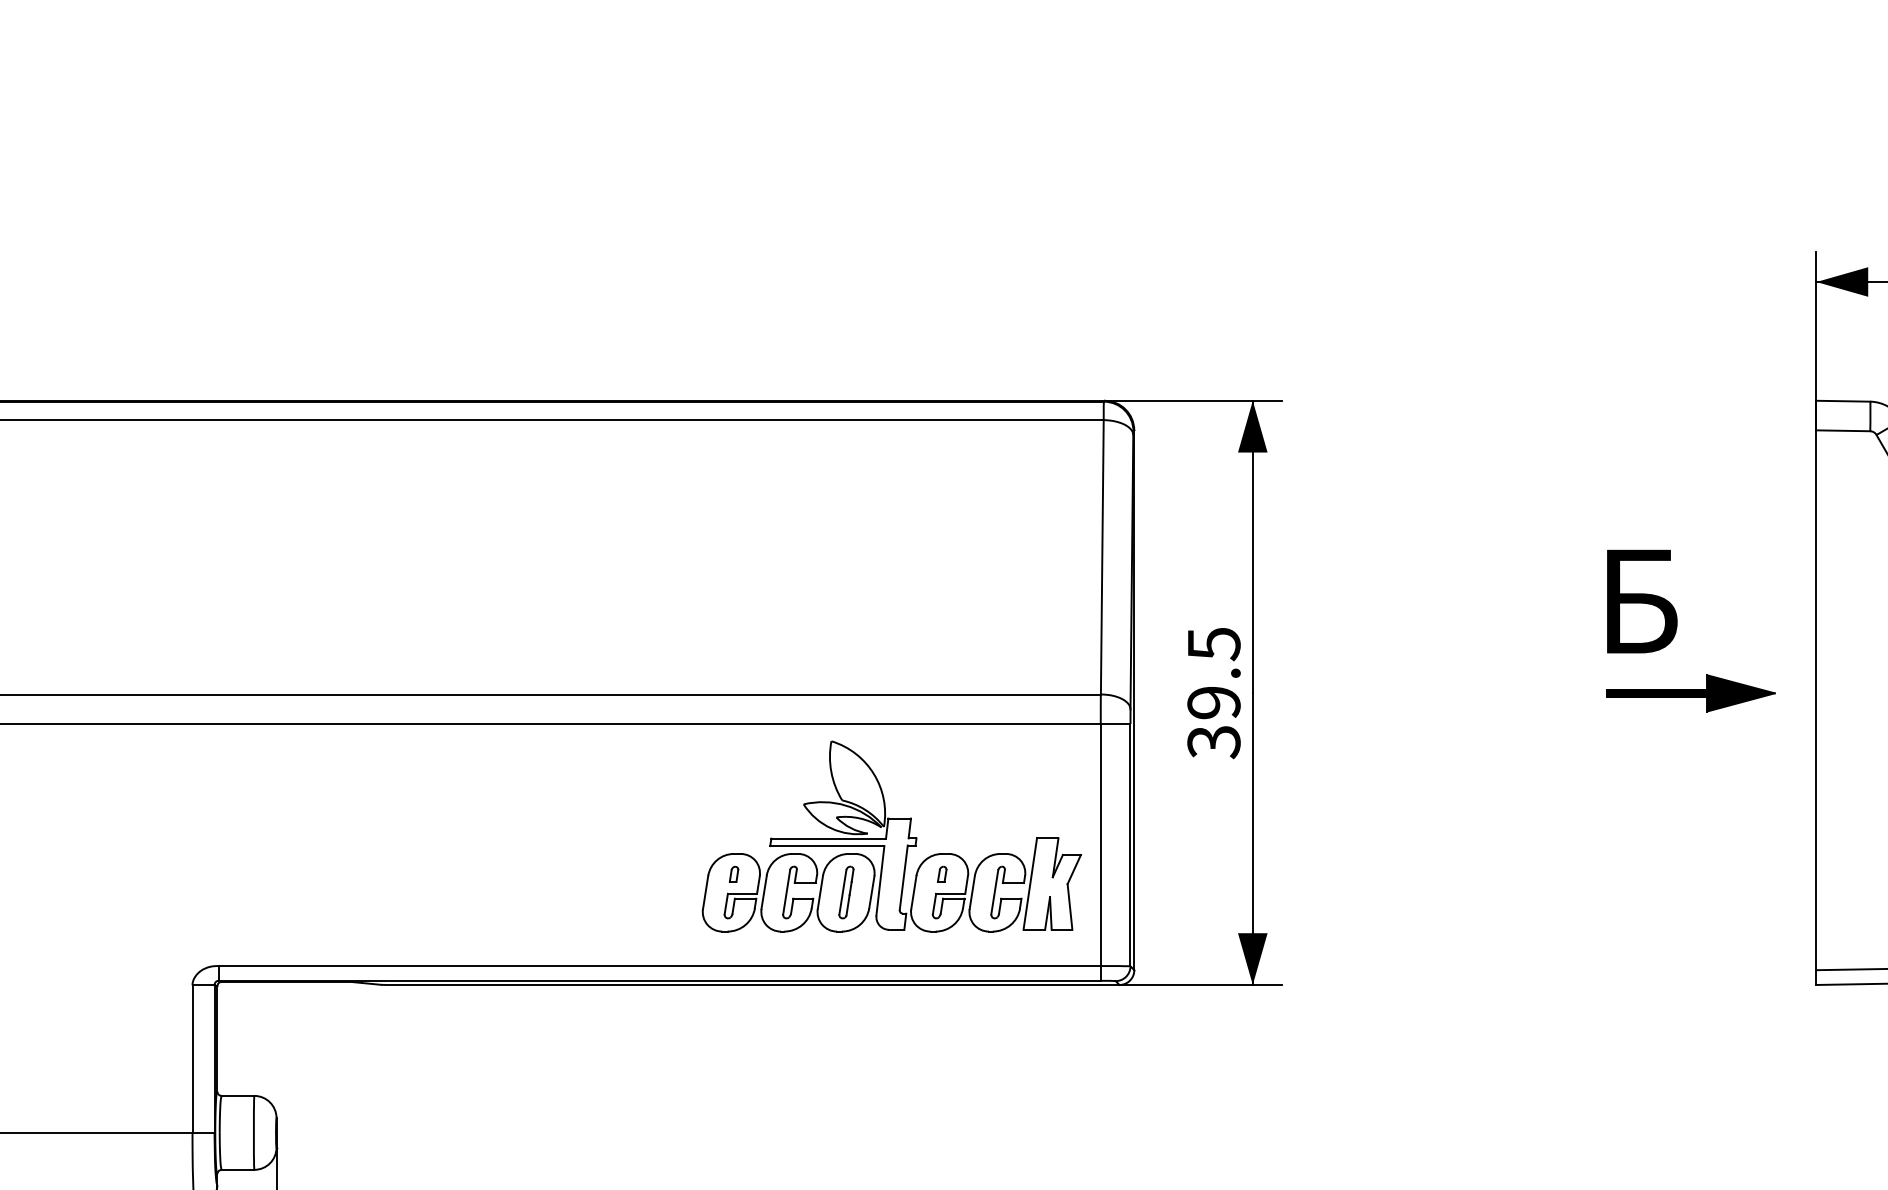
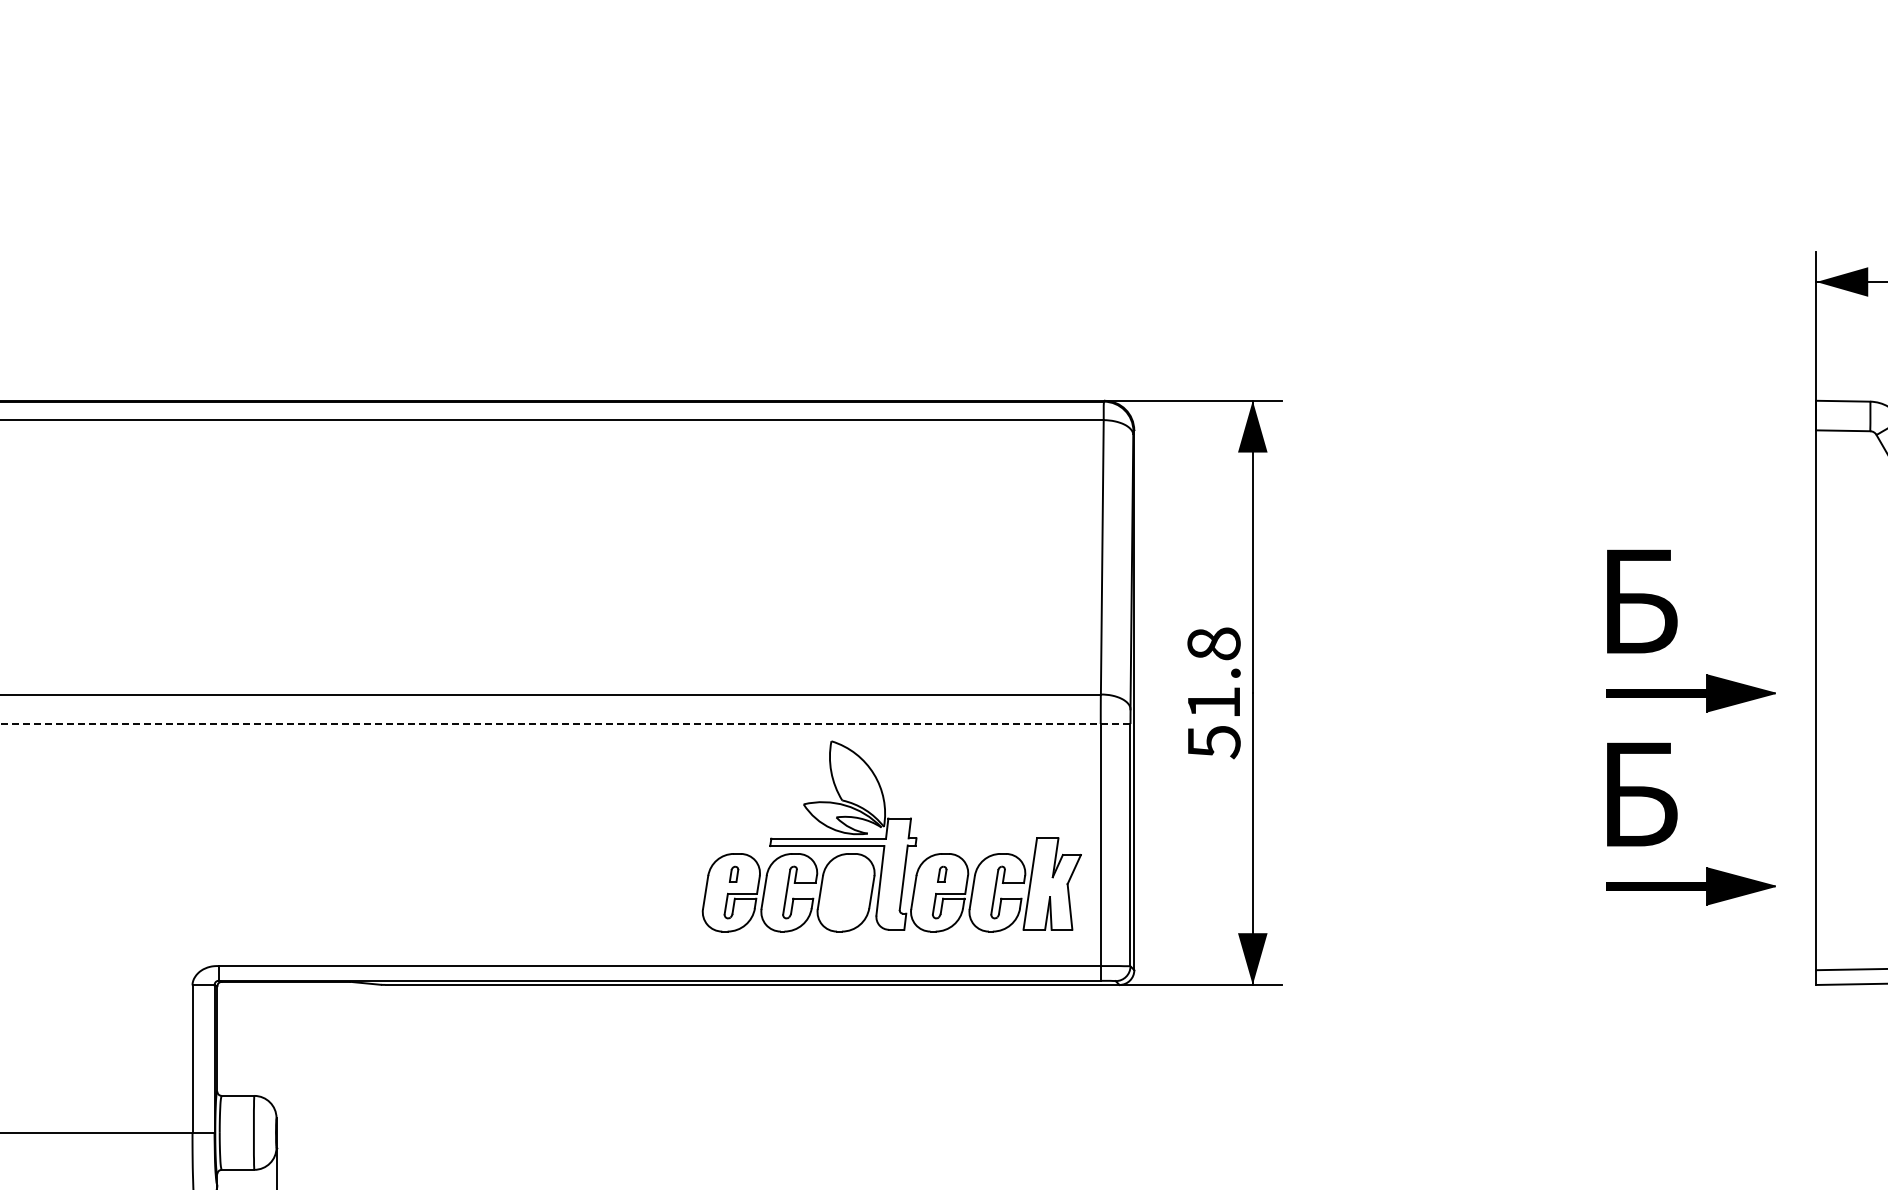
text at (1213, 693): 39.5 -> 51.8
line at (565, 724): solid -> dashed
part at (1677, 821): none -> present
part at (846, 892): present -> none
